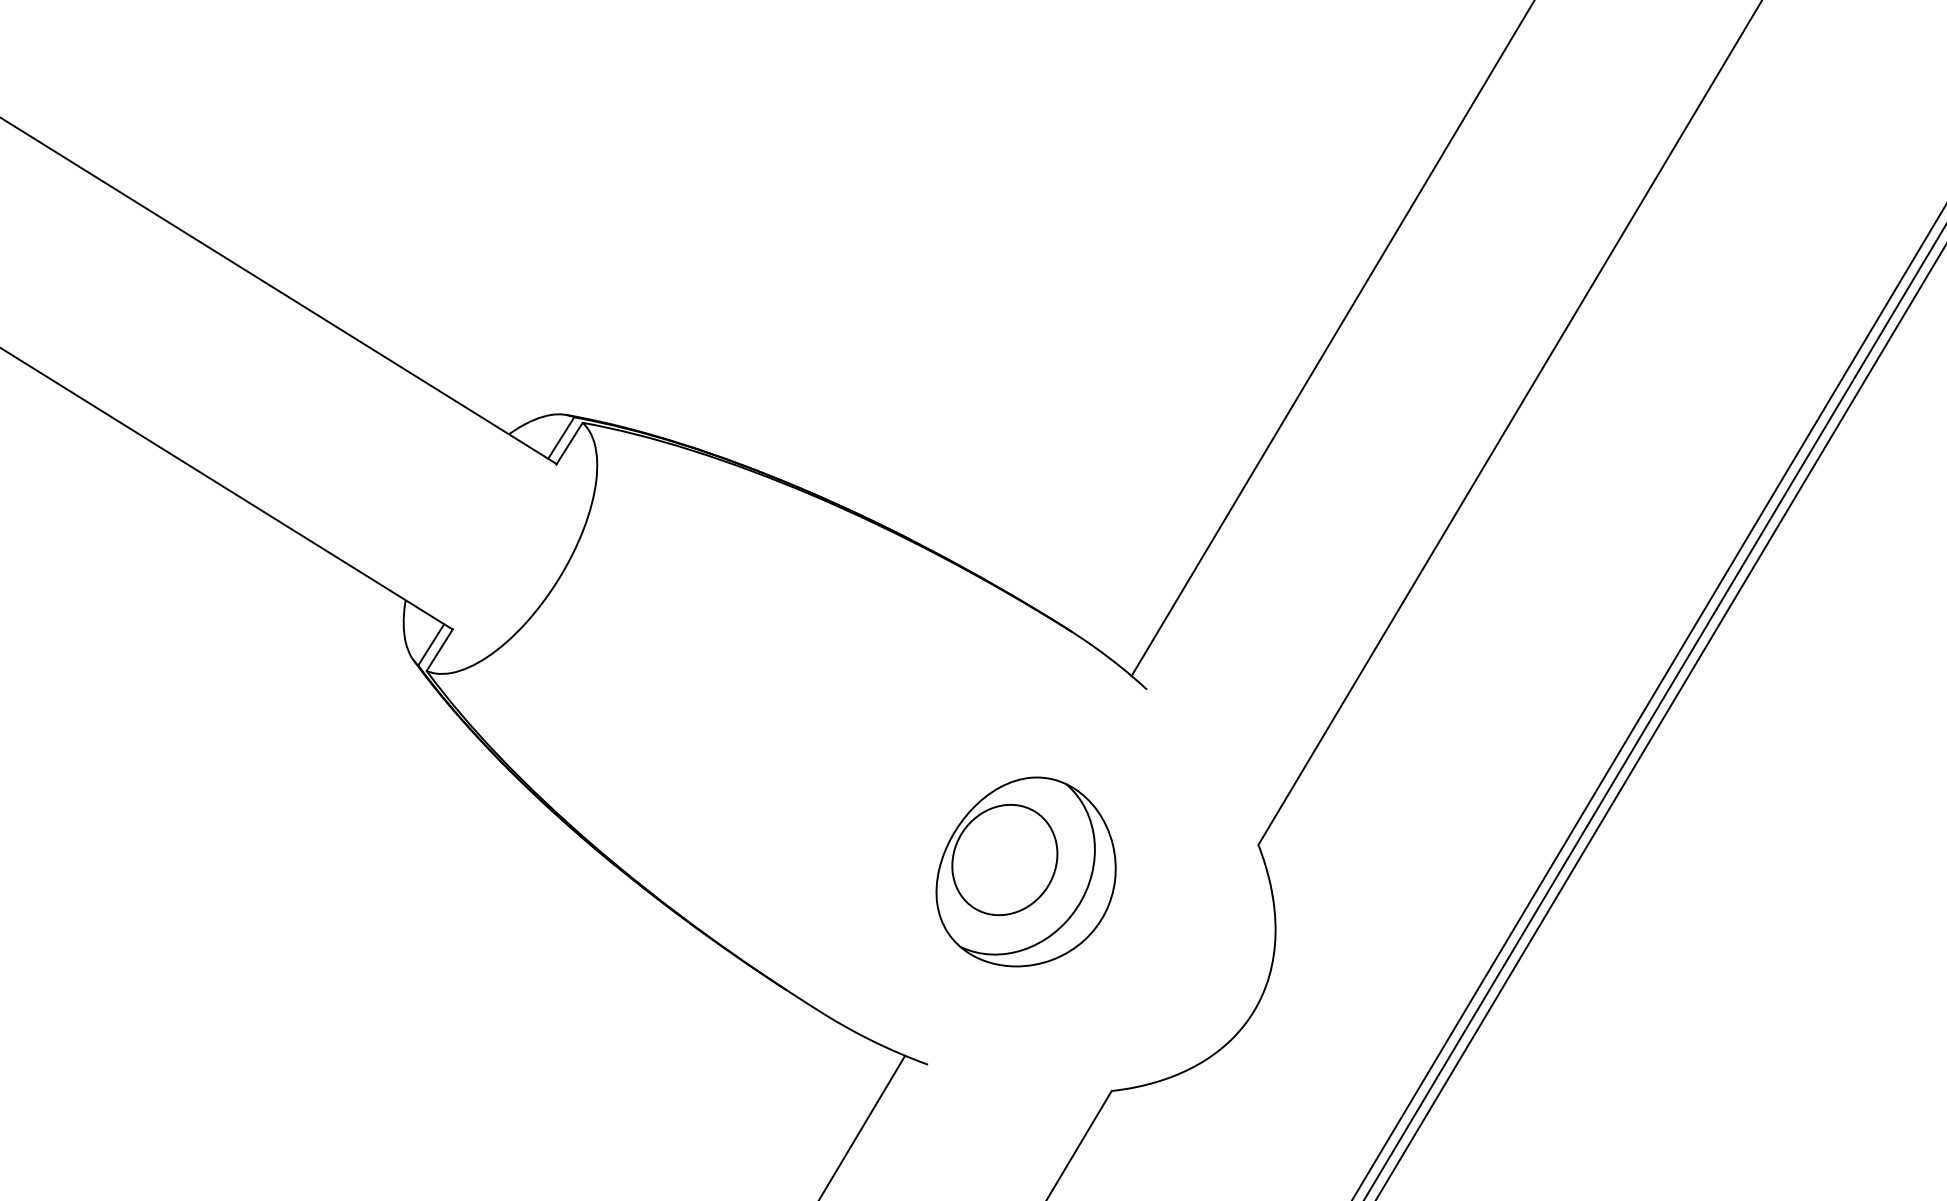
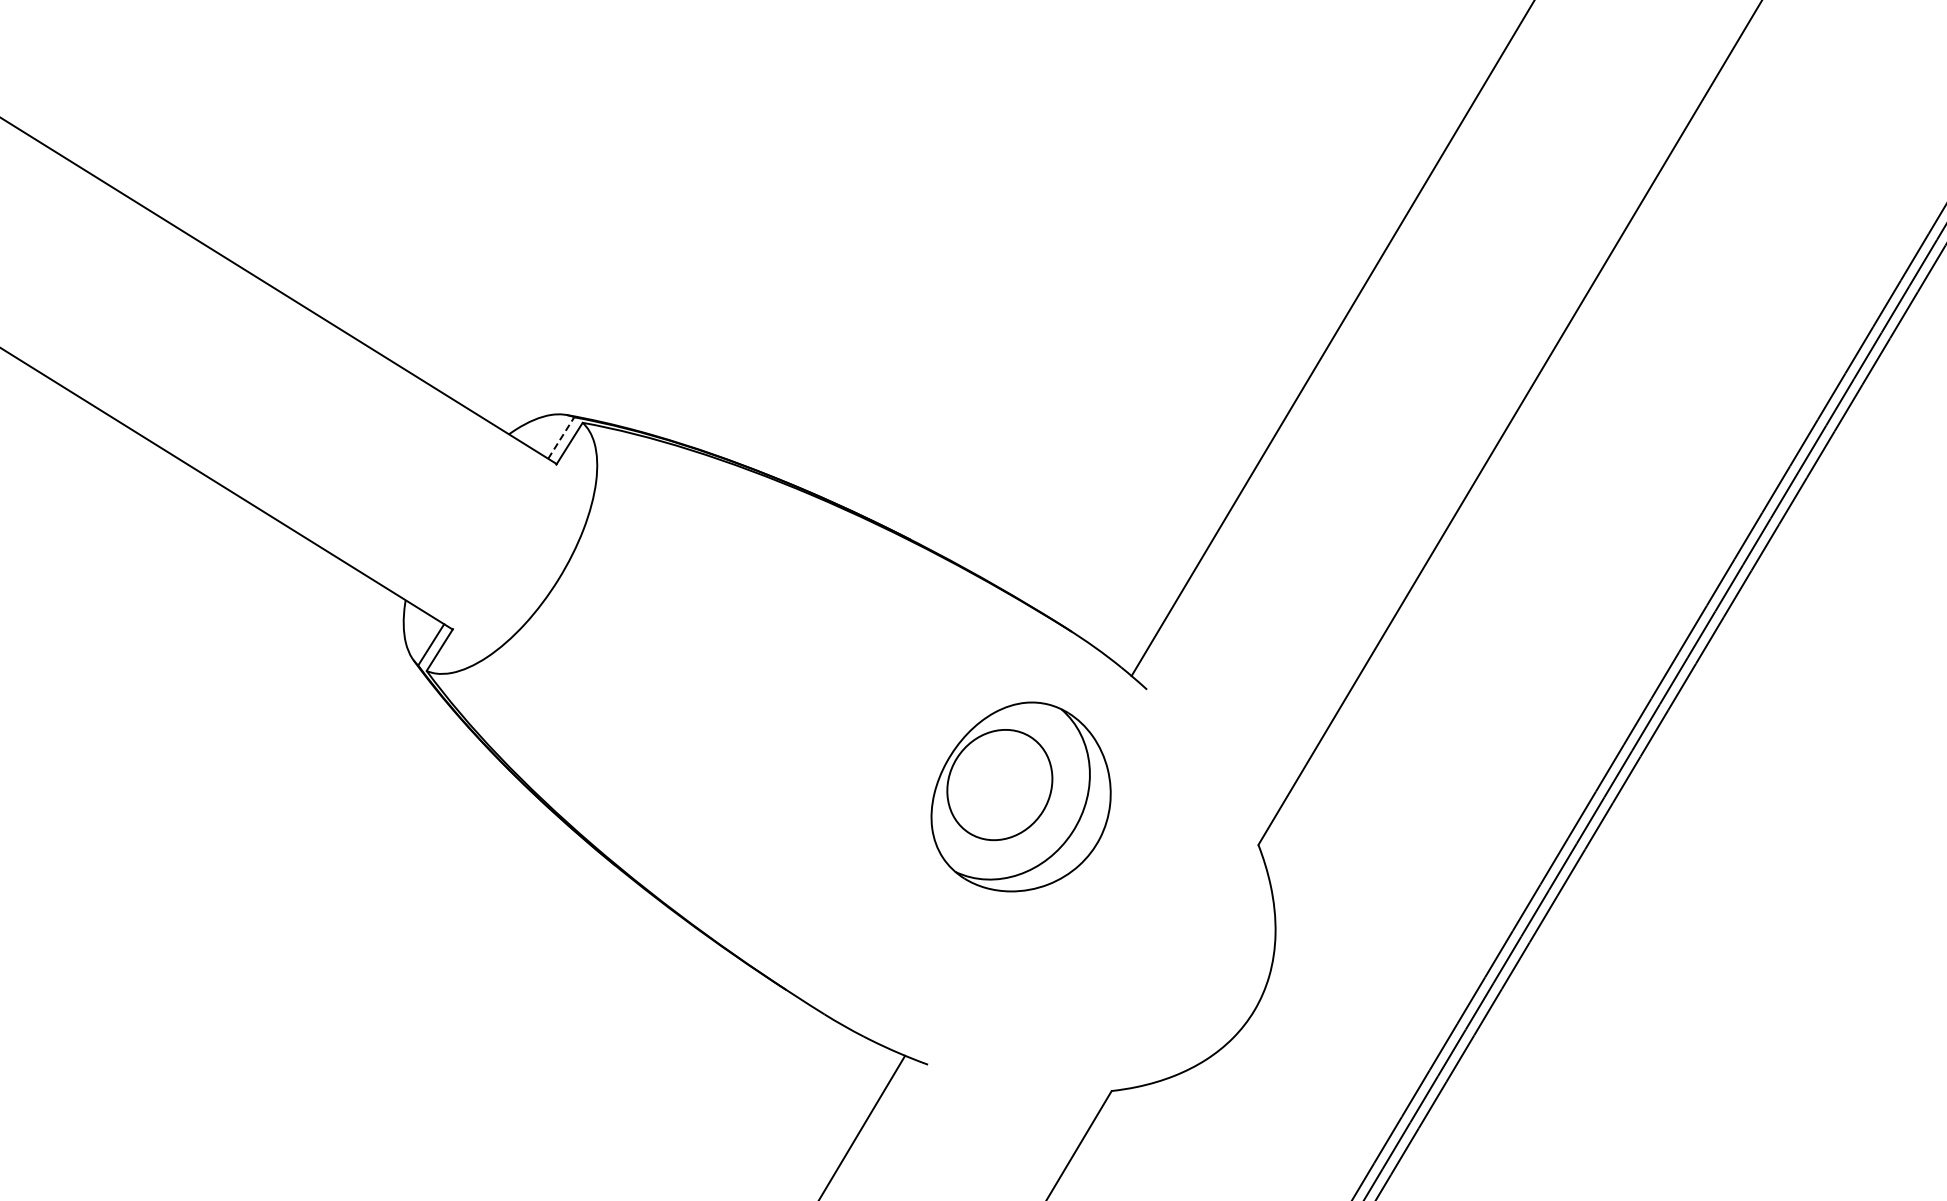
line at (561, 437): solid -> dashed
part at (1025, 871) position: (1025, 871) -> (1020, 796)
